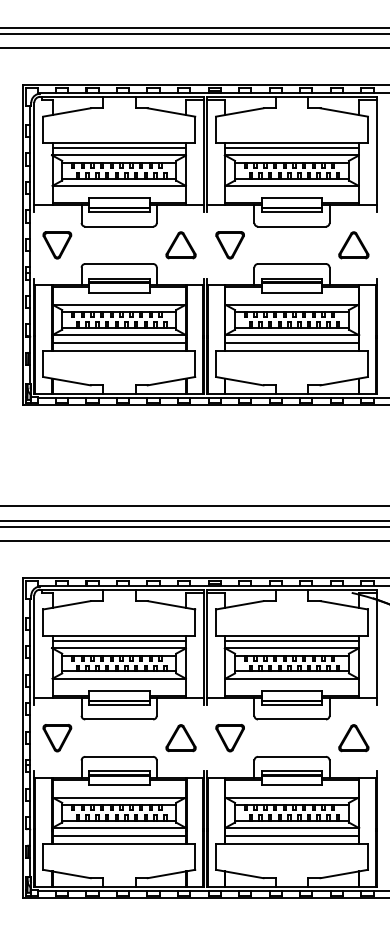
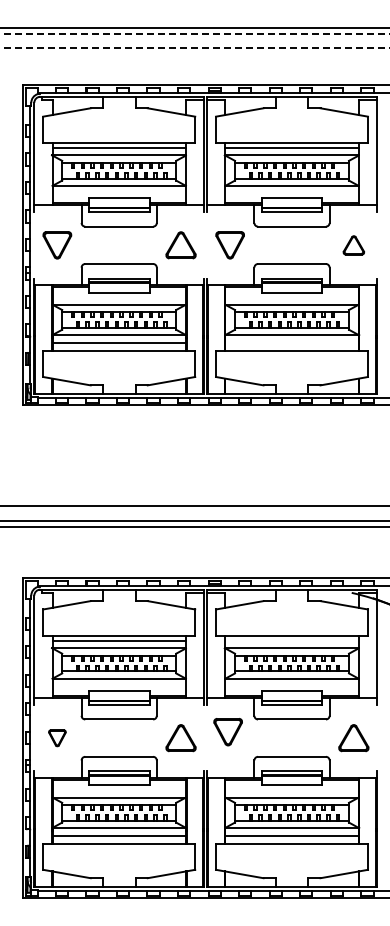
line at (195, 33): solid -> dashed
line at (194, 48): solid -> dashed
part at (353, 245) size: 32x29 px -> 23x21 px
line at (291, 342): present -> none
line at (194, 541): present -> none
line at (291, 640): present -> none
part at (57, 738) size: 31x29 px -> 19x19 px
part at (229, 738) position: (229, 738) -> (227, 732)
